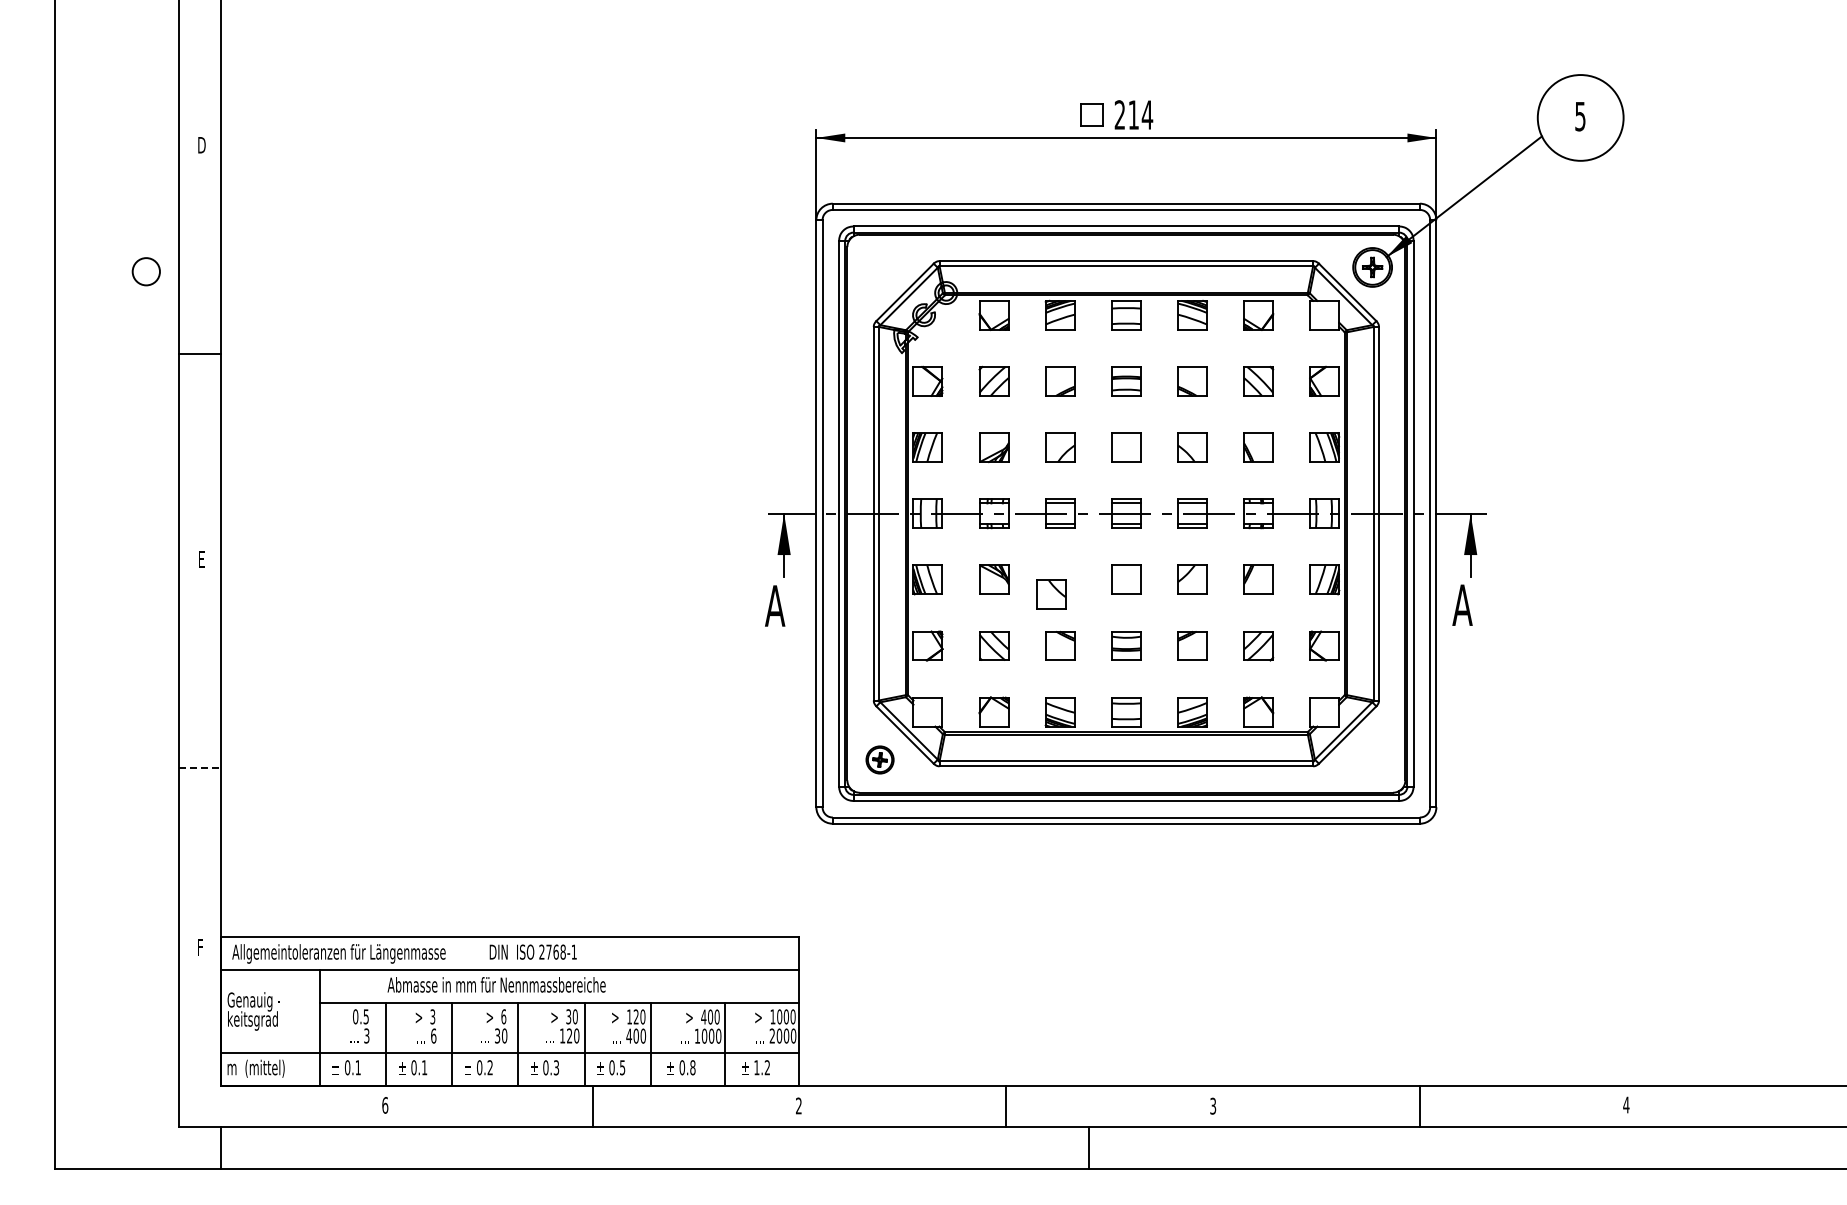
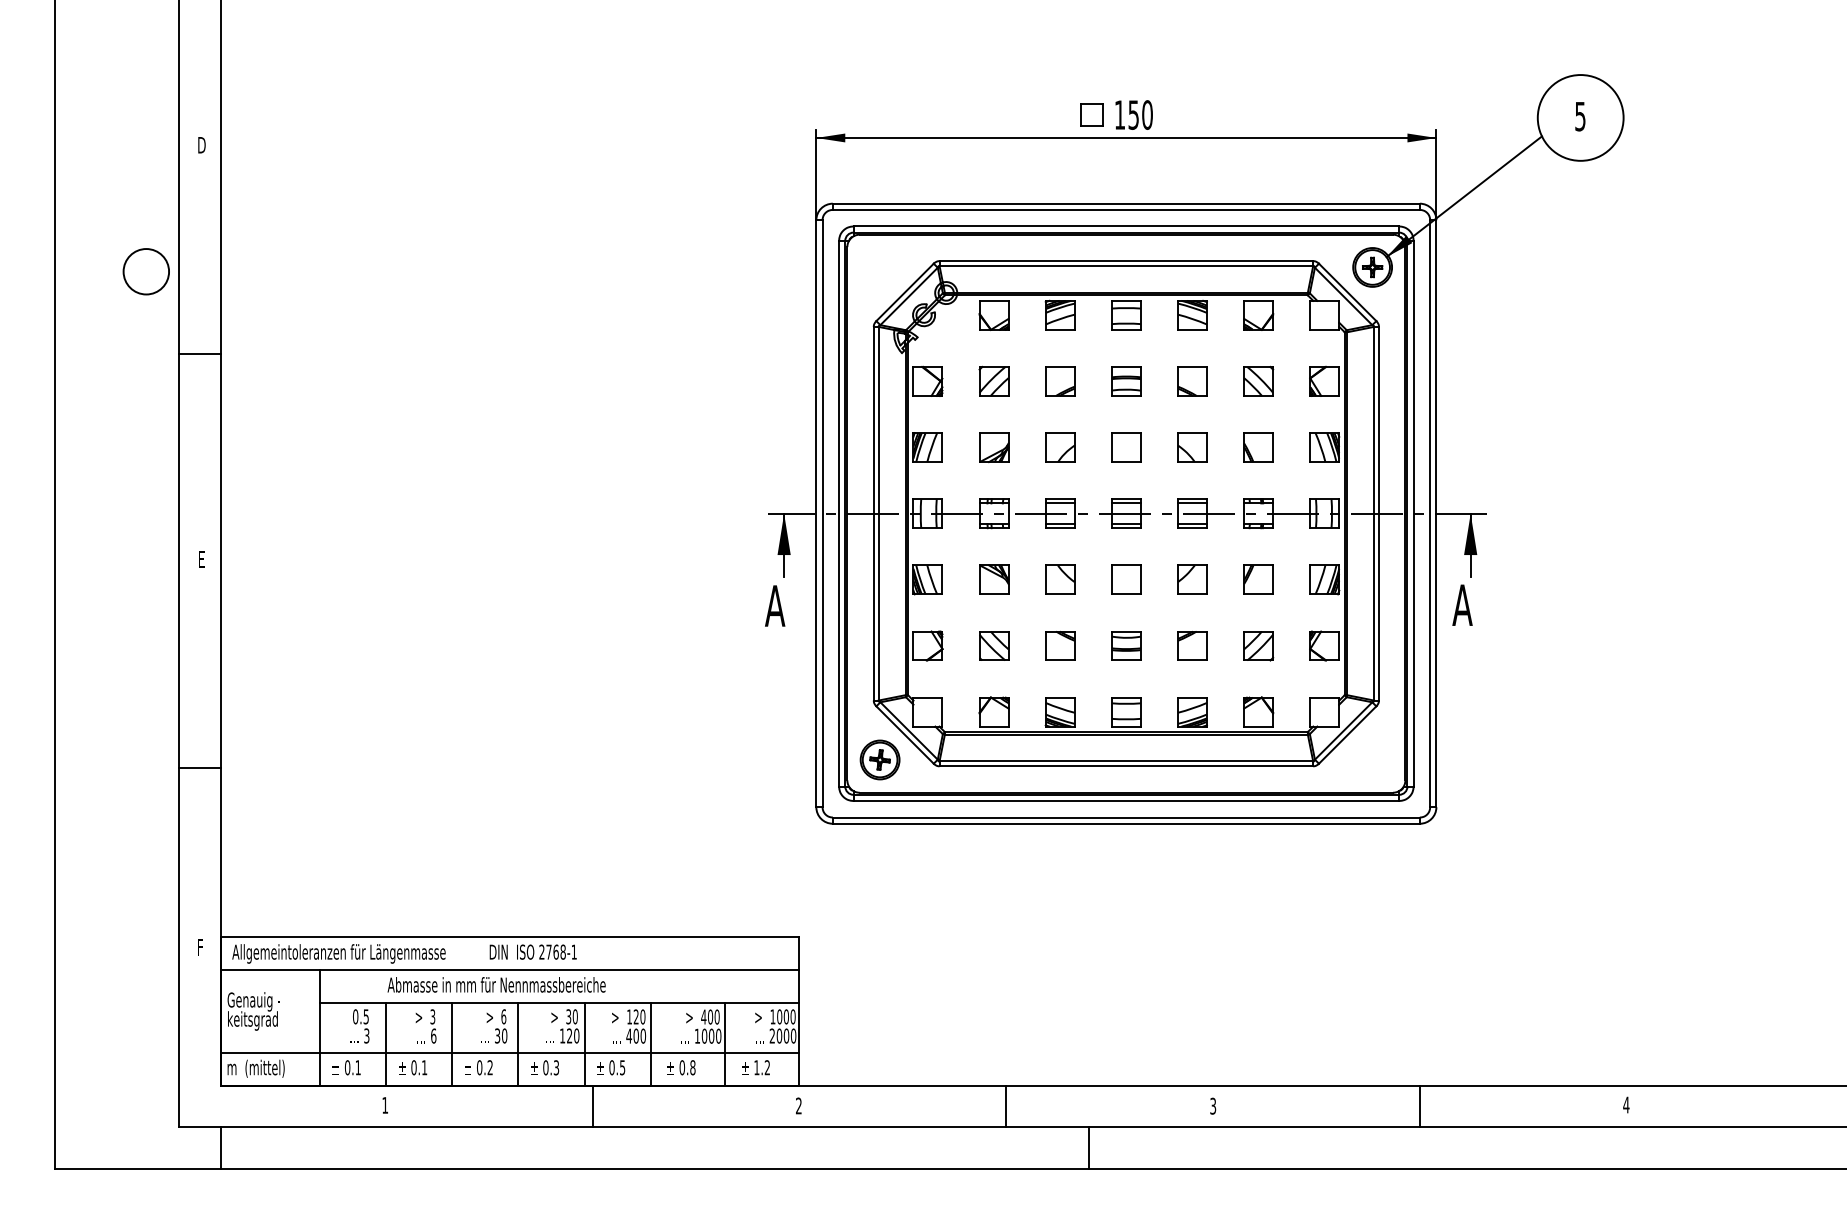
text at (1133, 114): 214 -> 150
circle at (145, 271) diameter: 27 px -> 45 px
part at (1051, 594) position: (1051, 594) -> (1060, 579)
part at (879, 759) size: 30x30 px -> 42x42 px
line at (200, 767): dashed -> solid
text at (385, 1105): 6 -> 1
